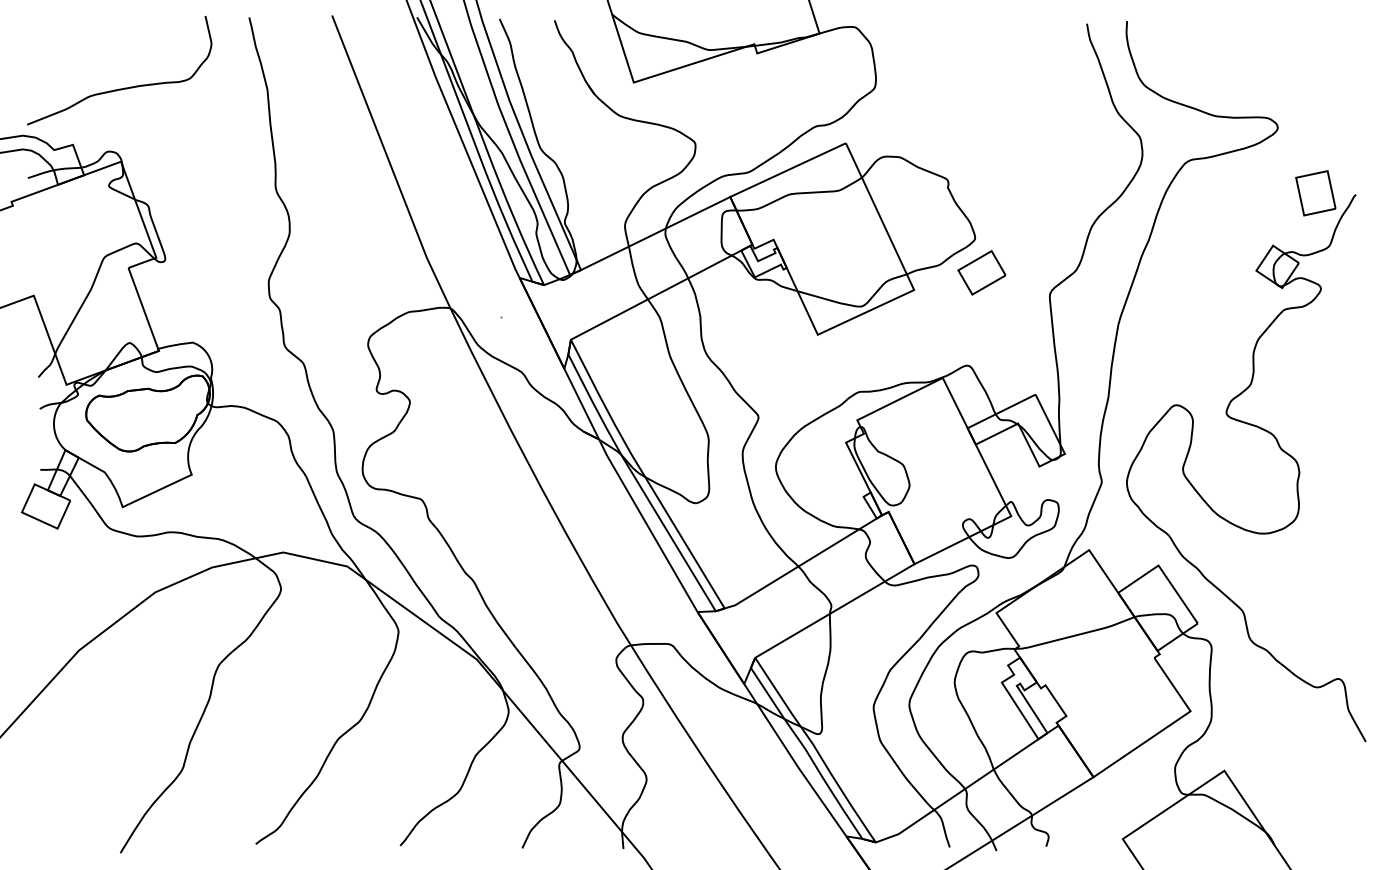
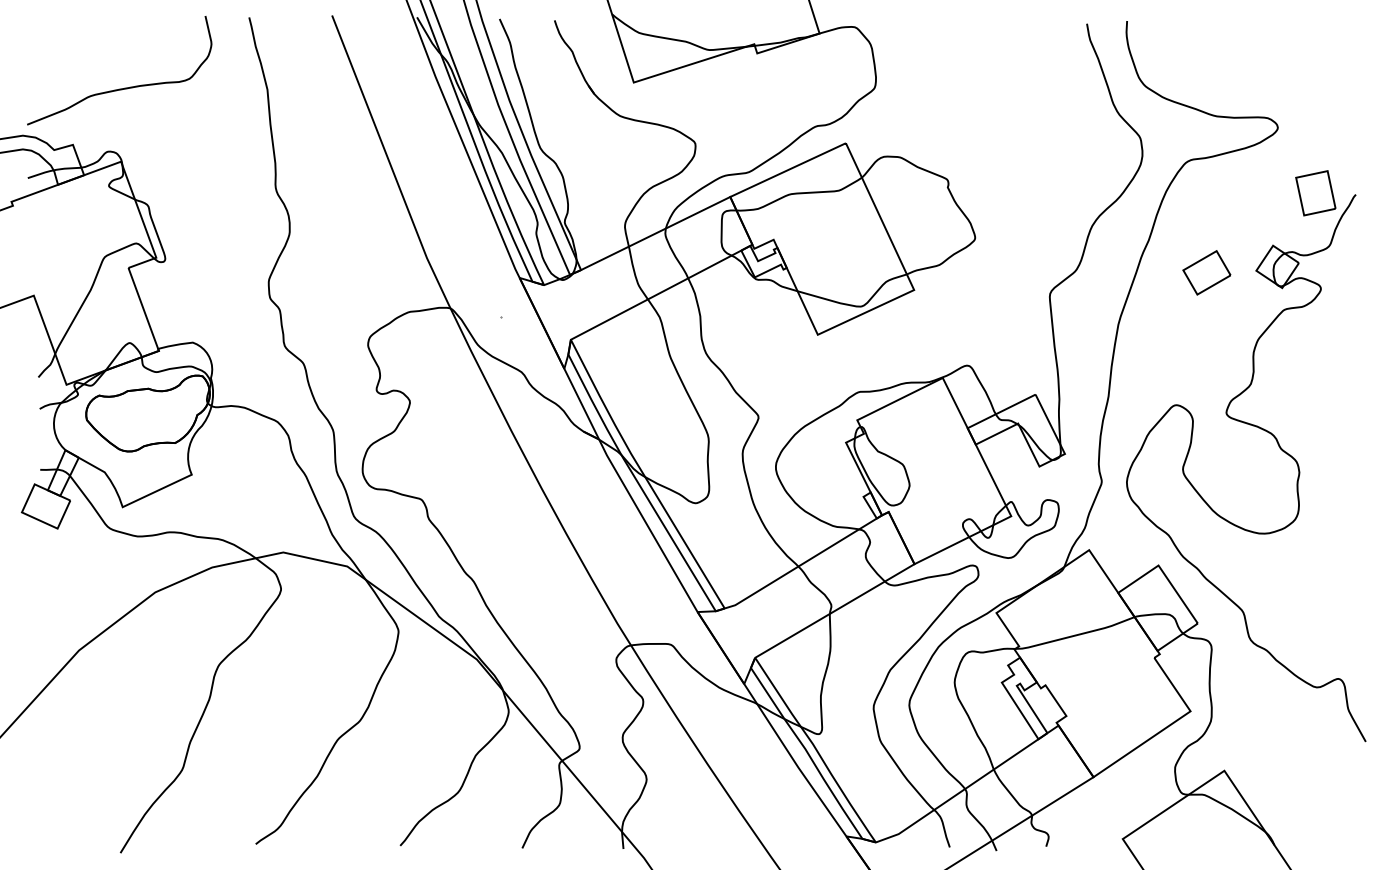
part at (981, 272) position: (981, 272) -> (1206, 272)
